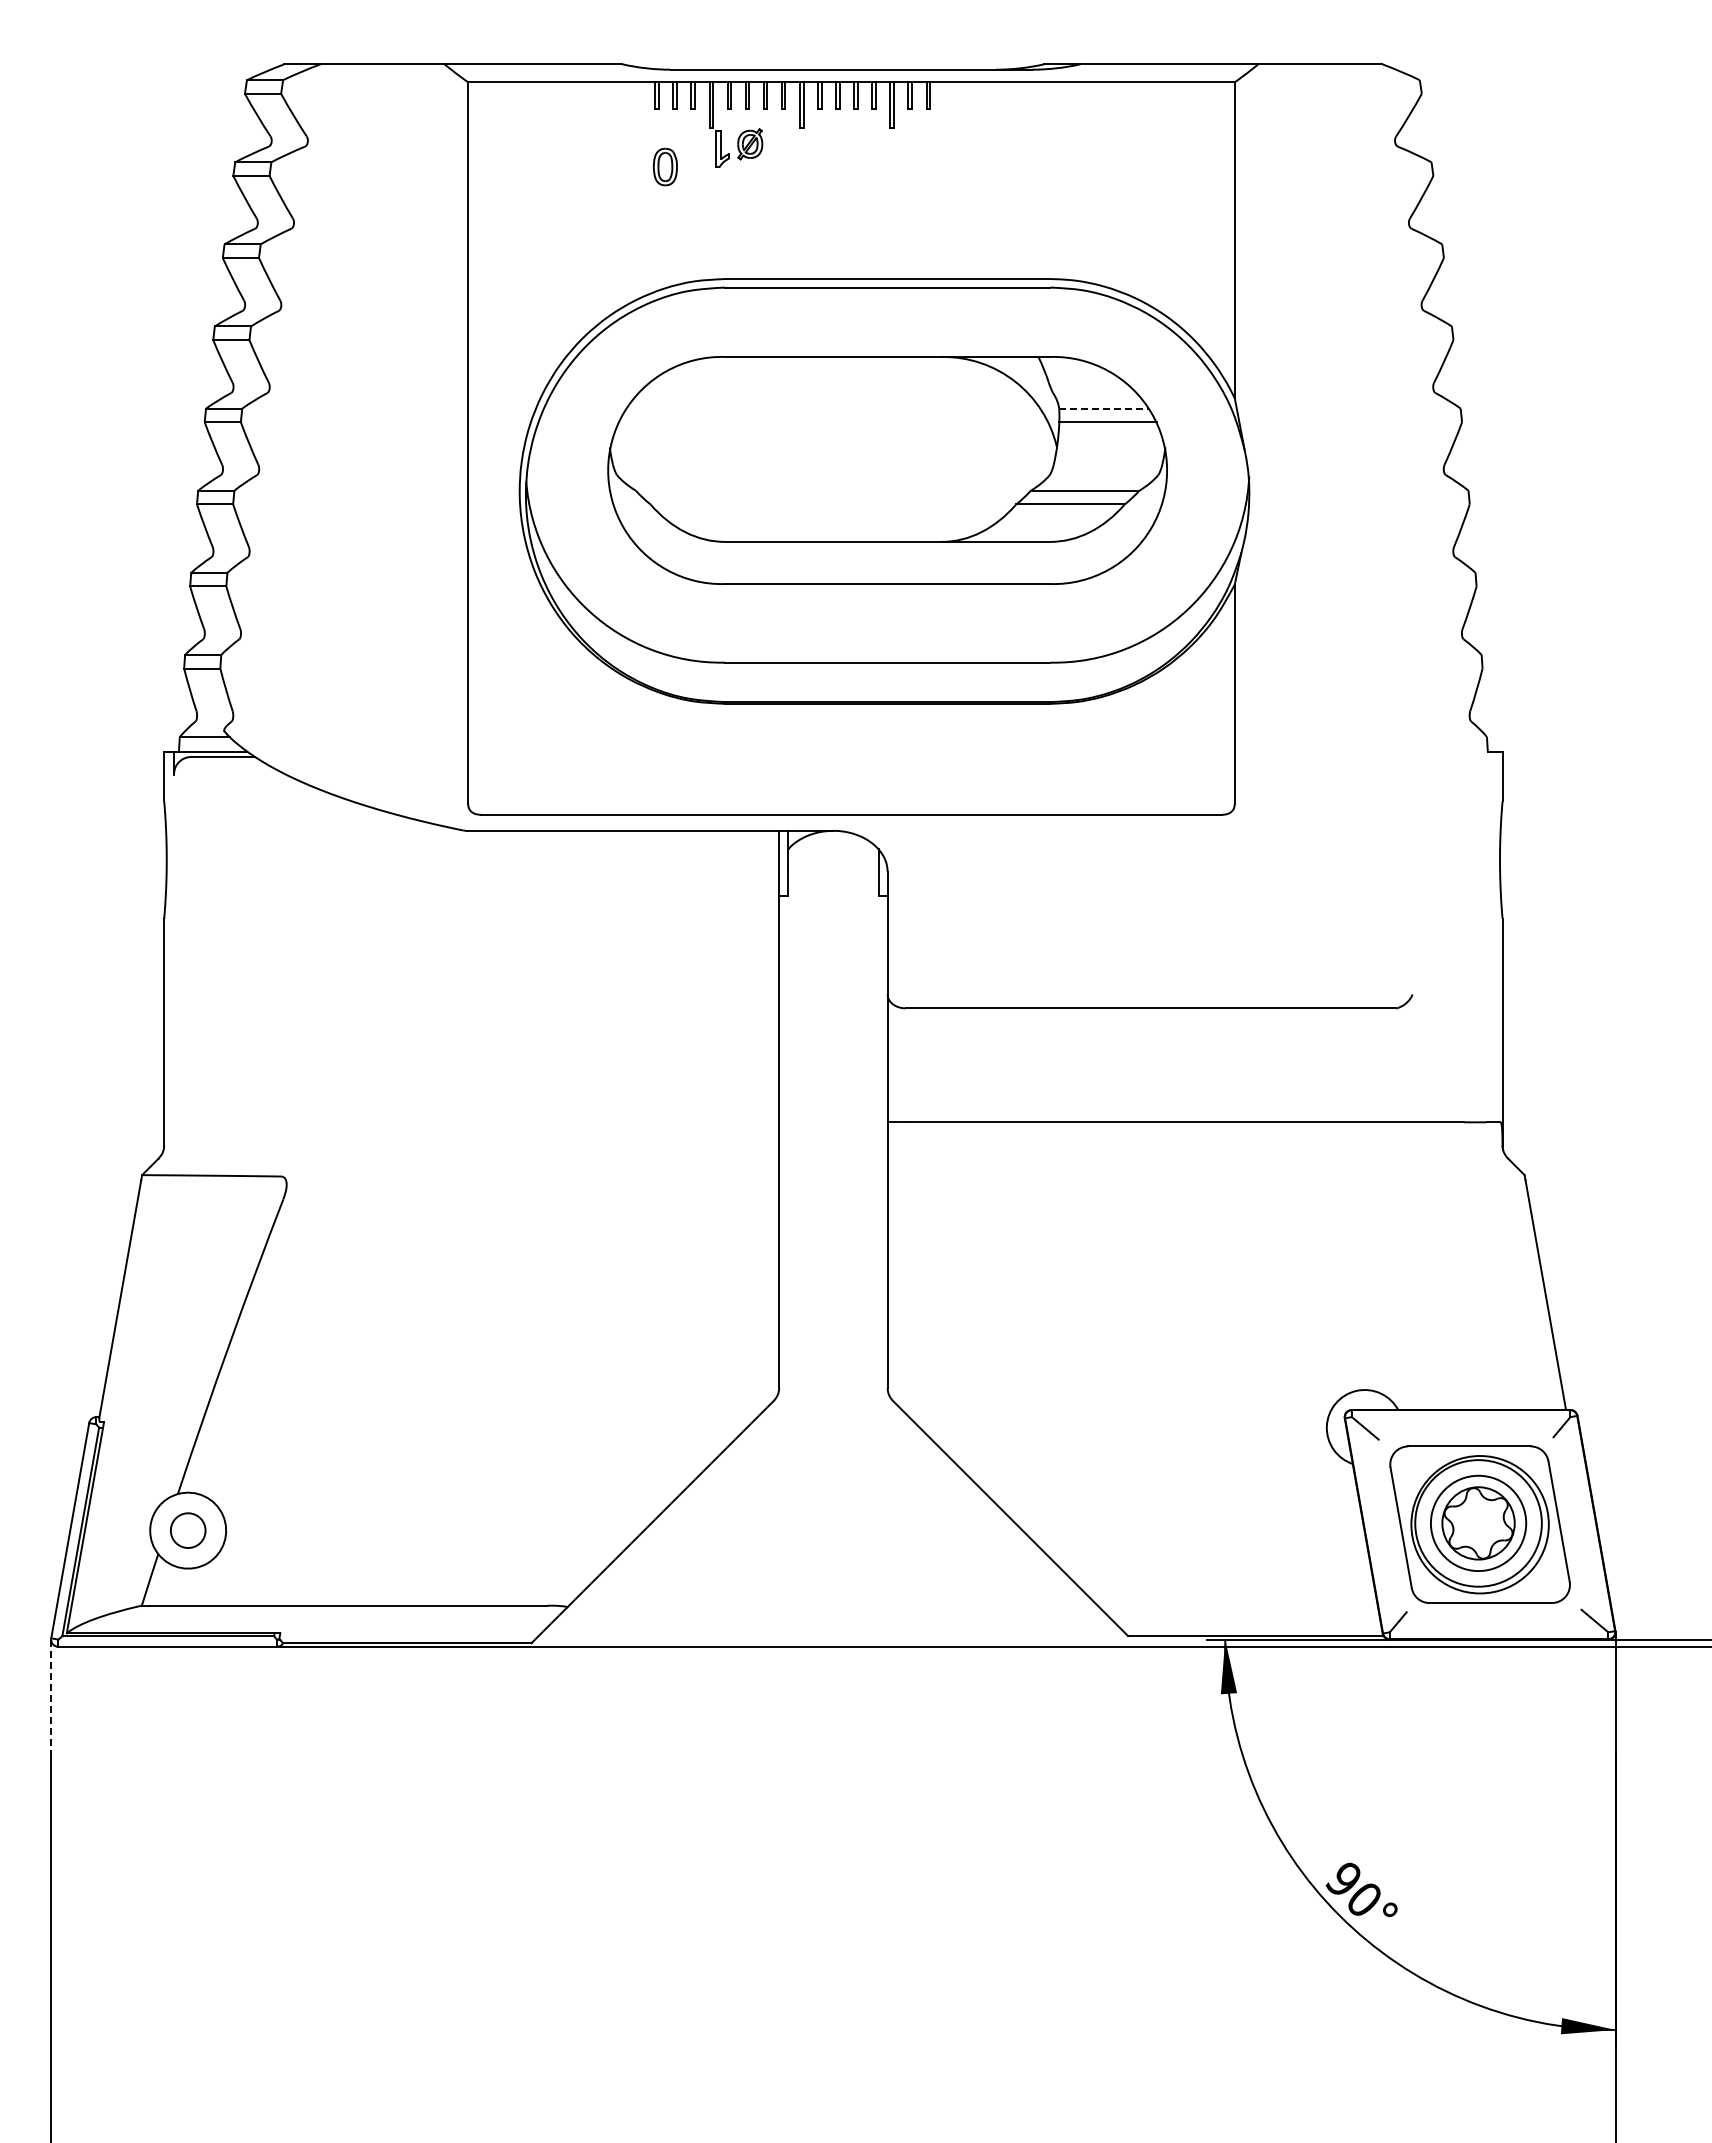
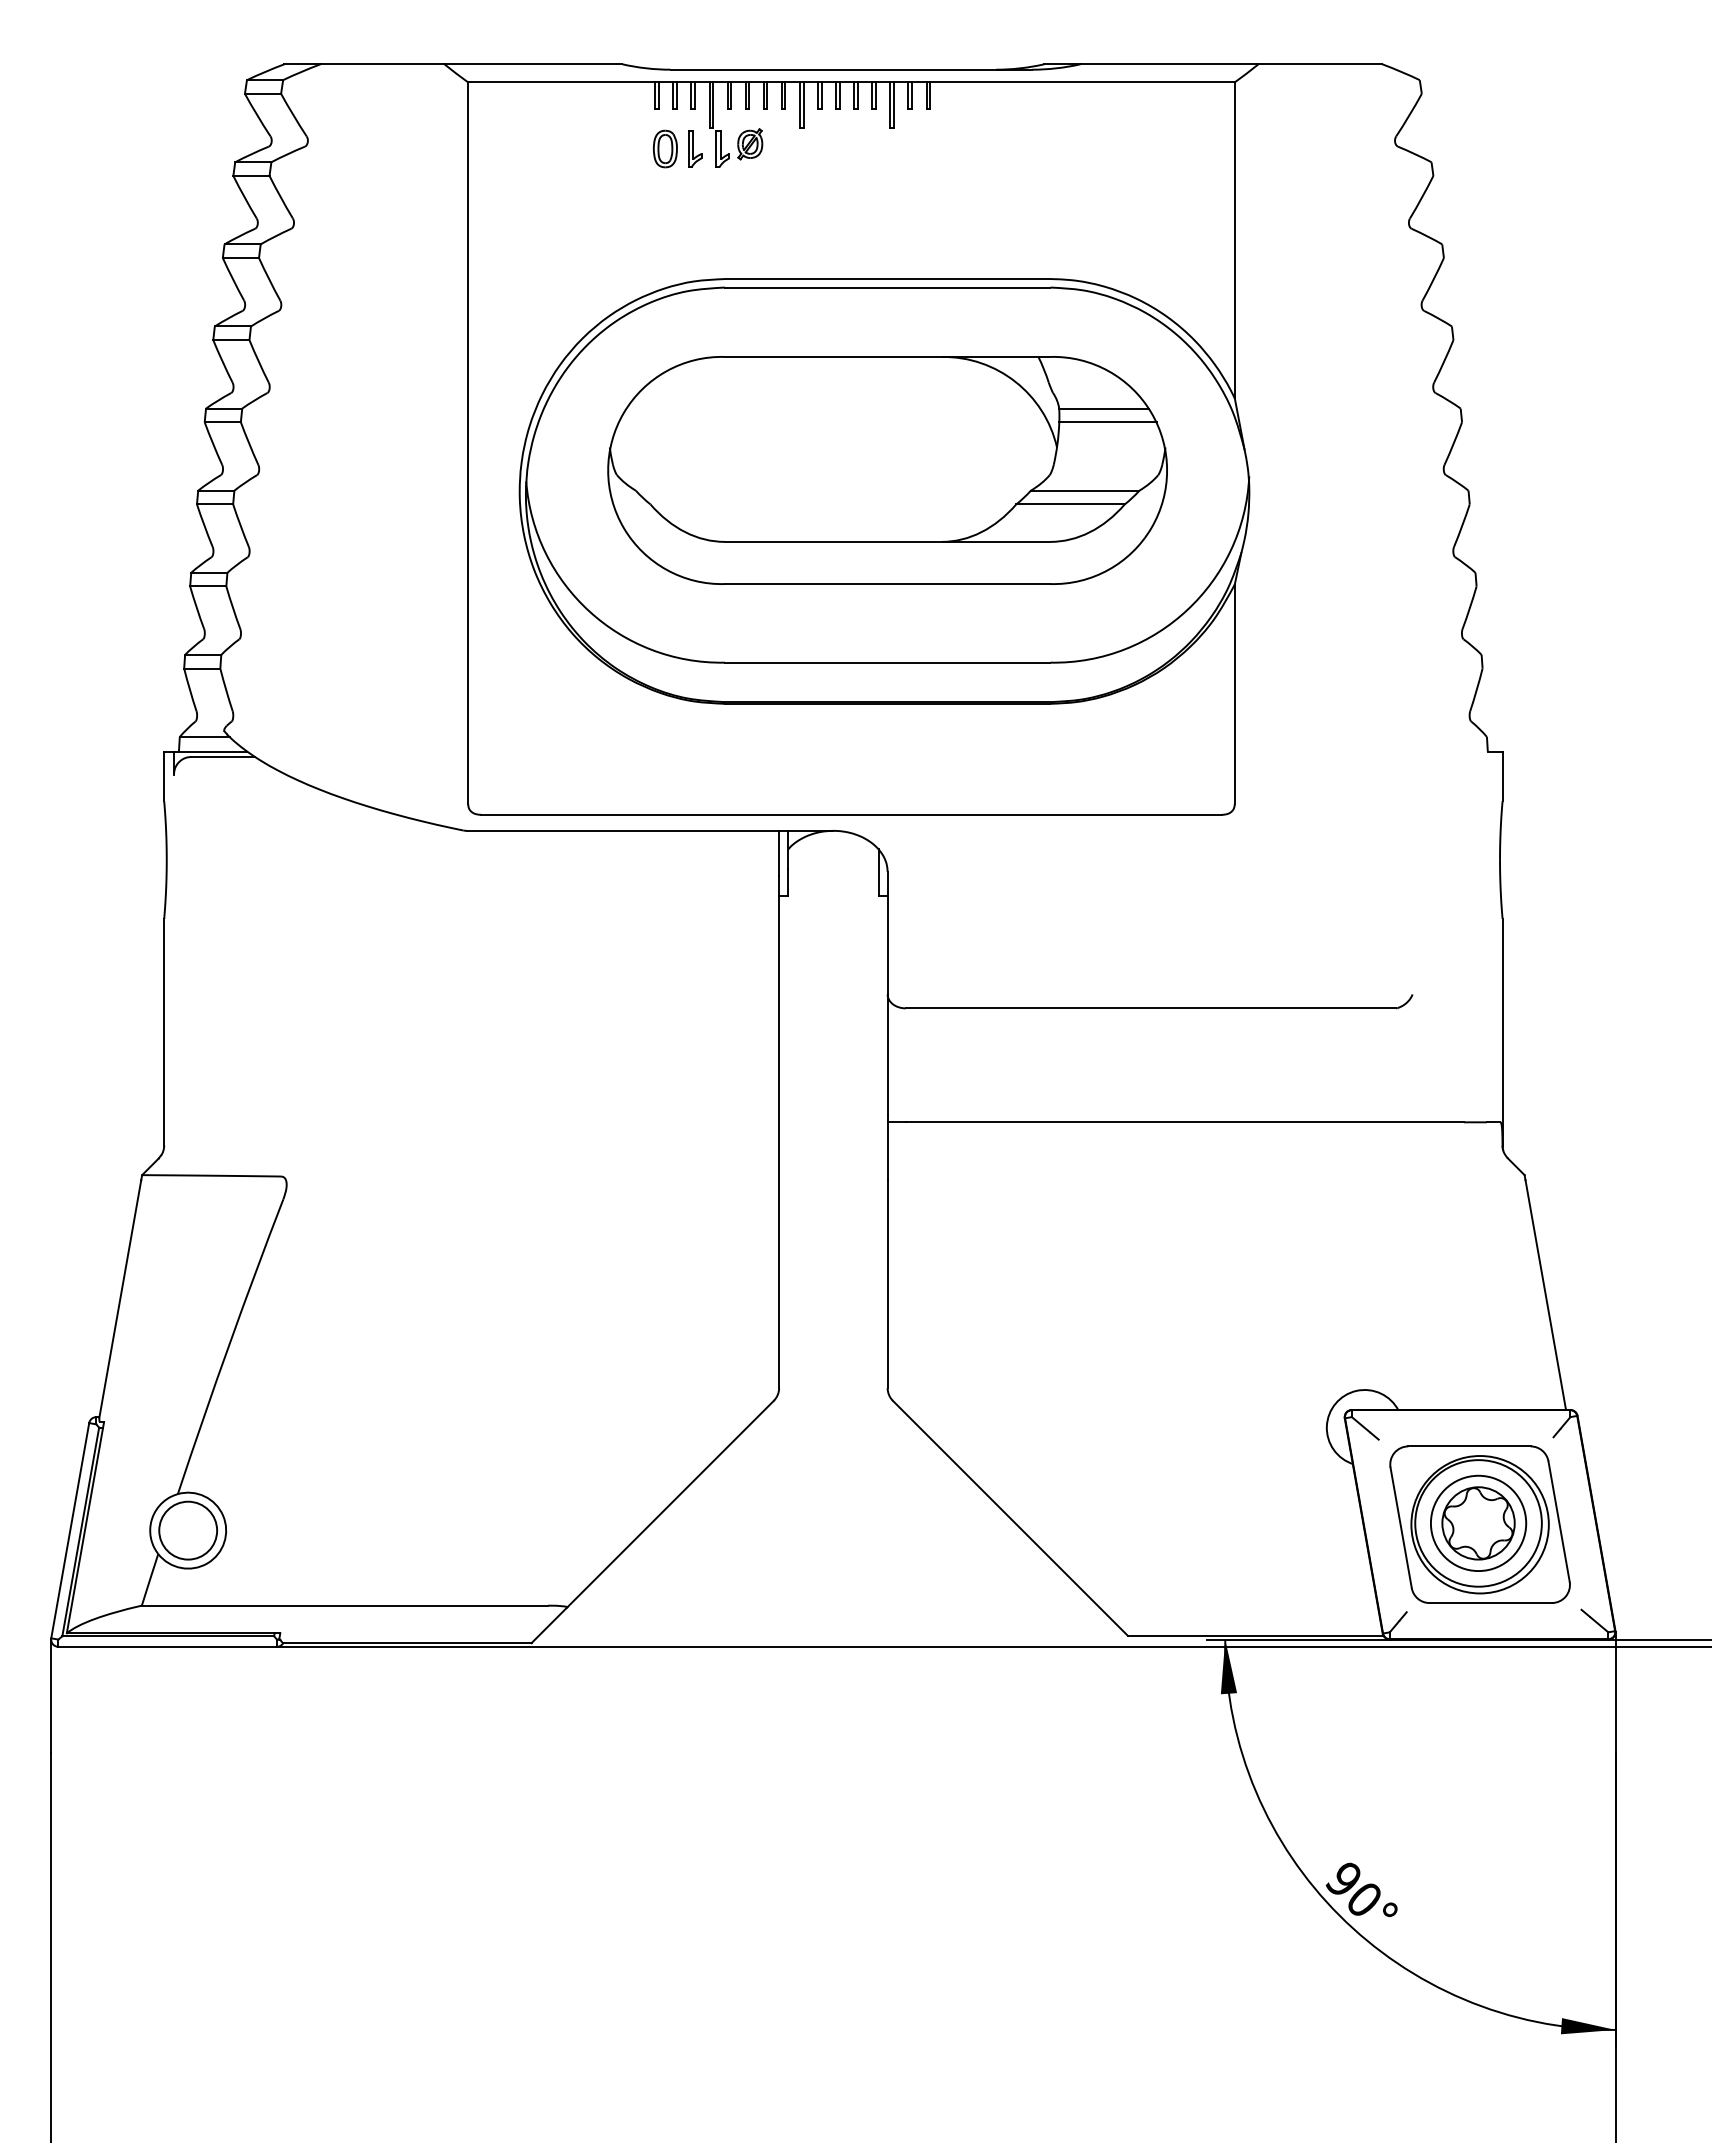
part at (695, 148): none -> present
part at (664, 166) position: (664, 166) -> (664, 148)
line at (1104, 408): dashed -> solid
circle at (187, 1530) diameter: 35 px -> 58 px
line at (51, 1696): dashed -> solid
